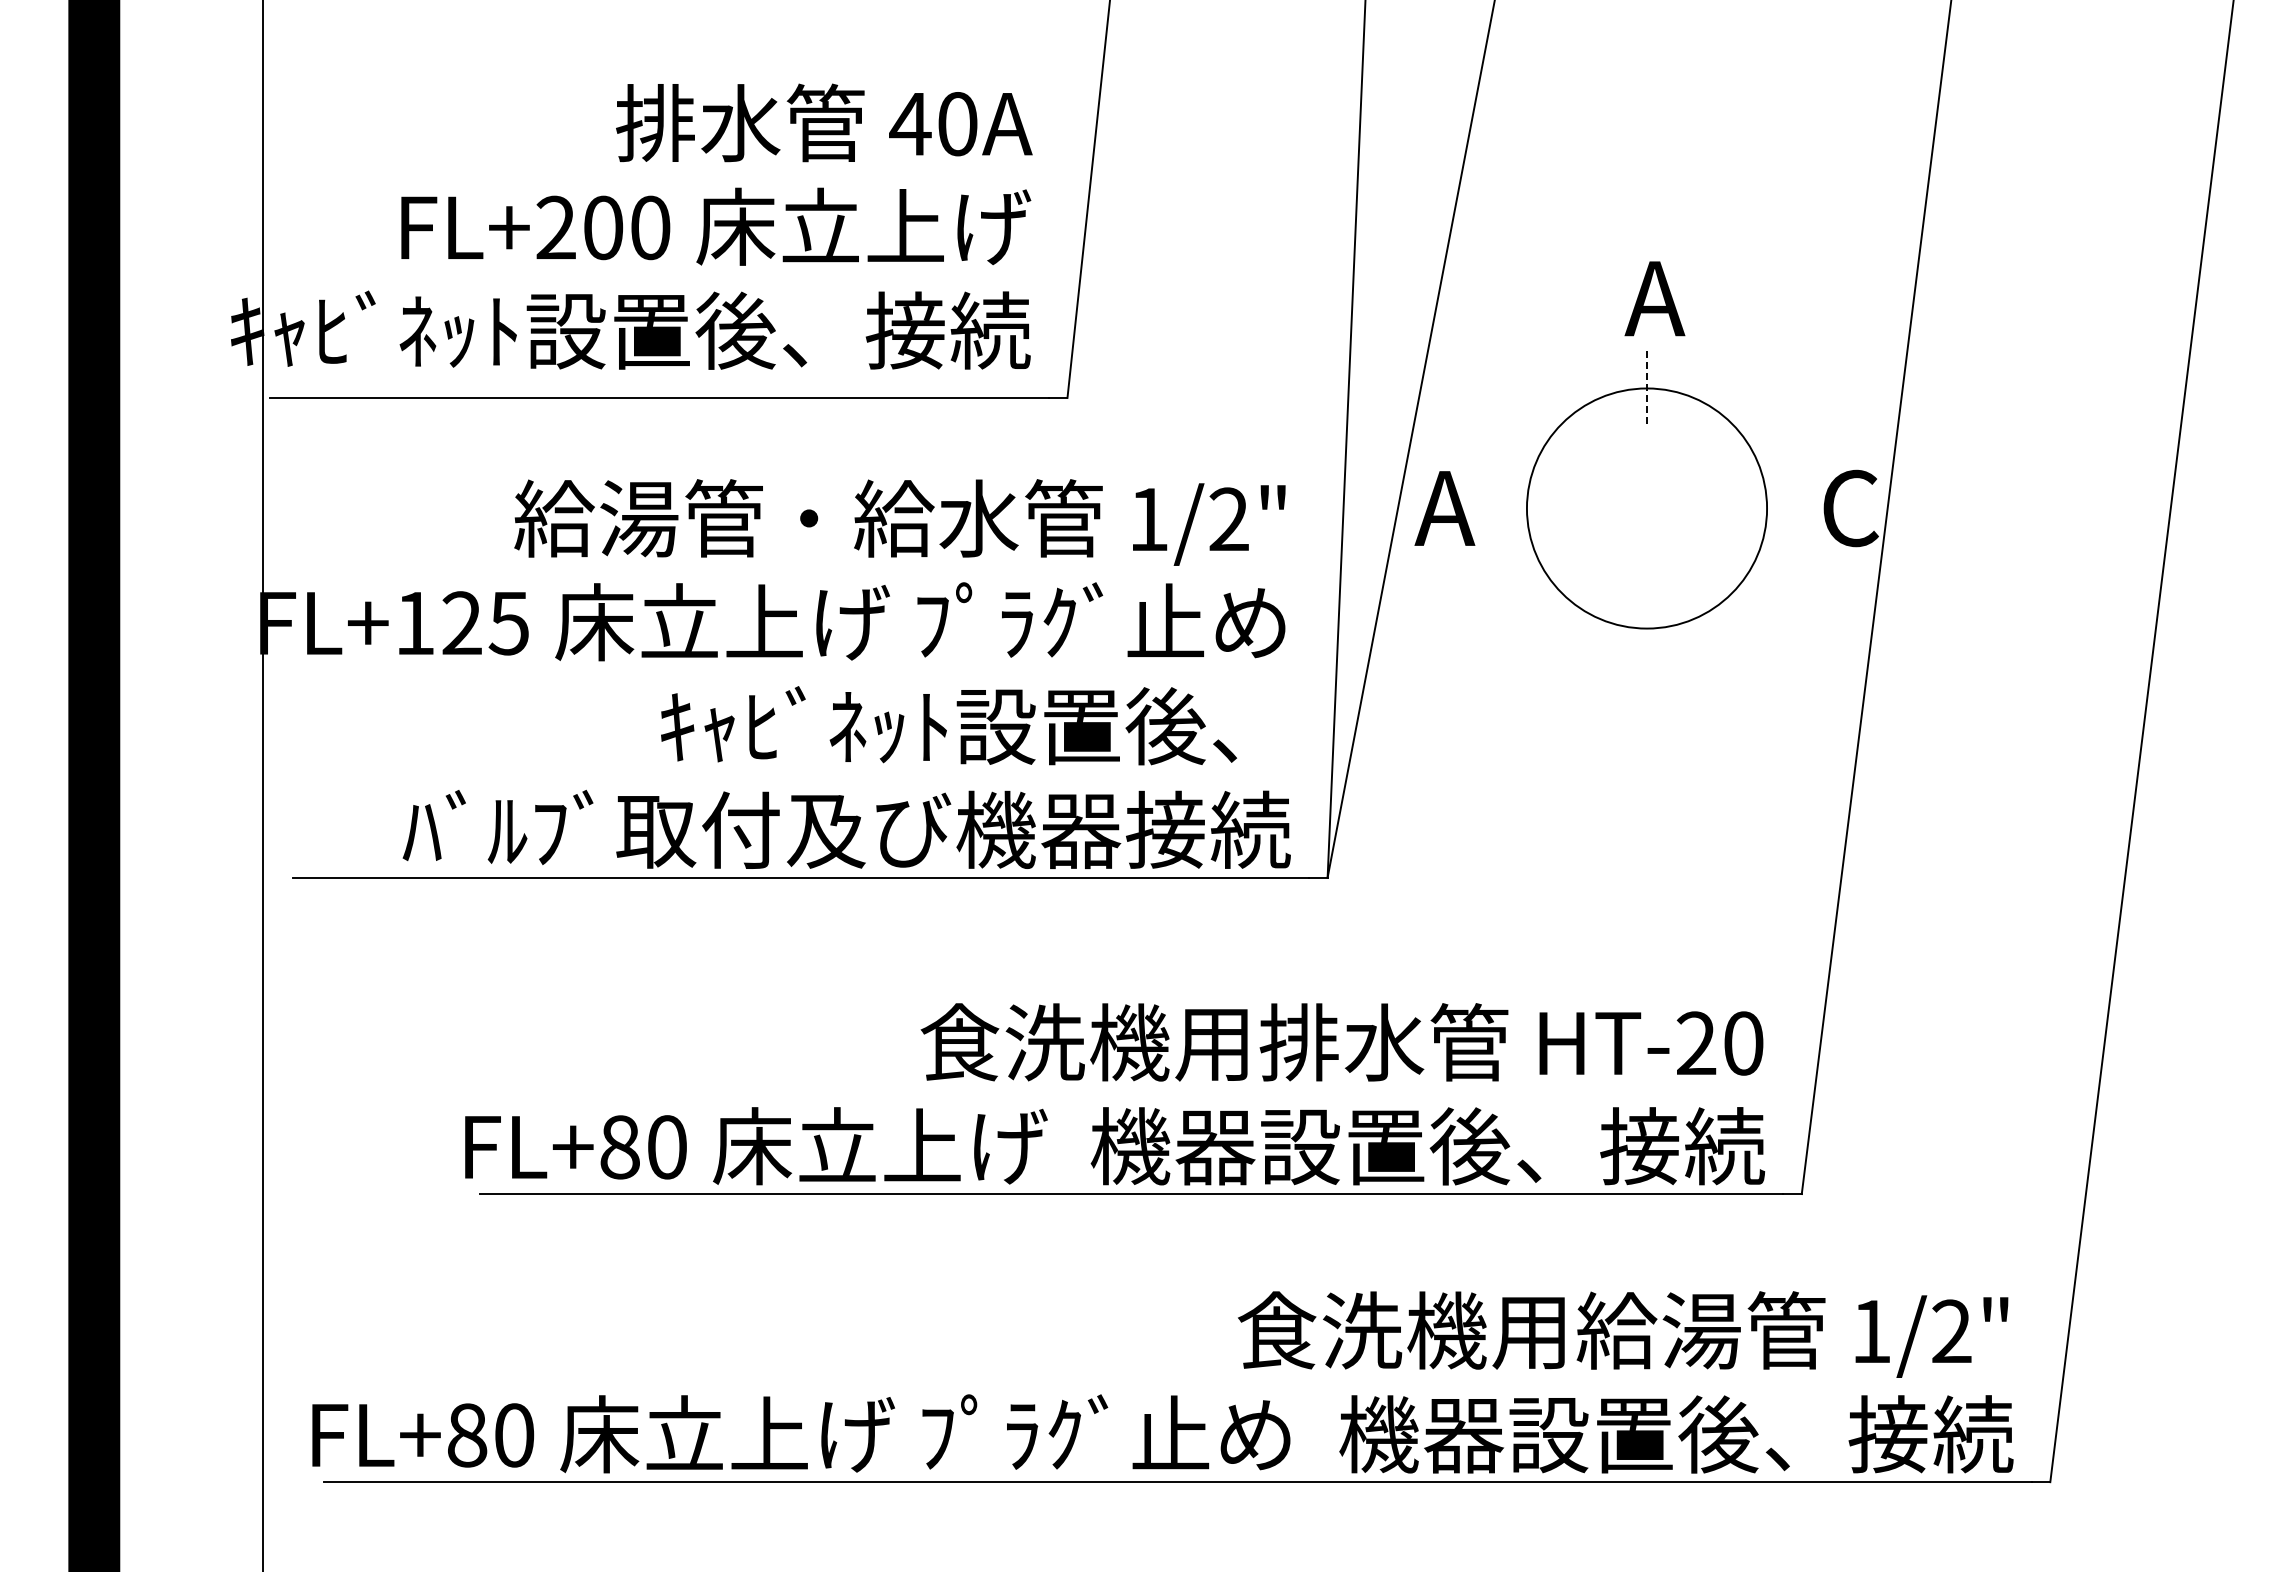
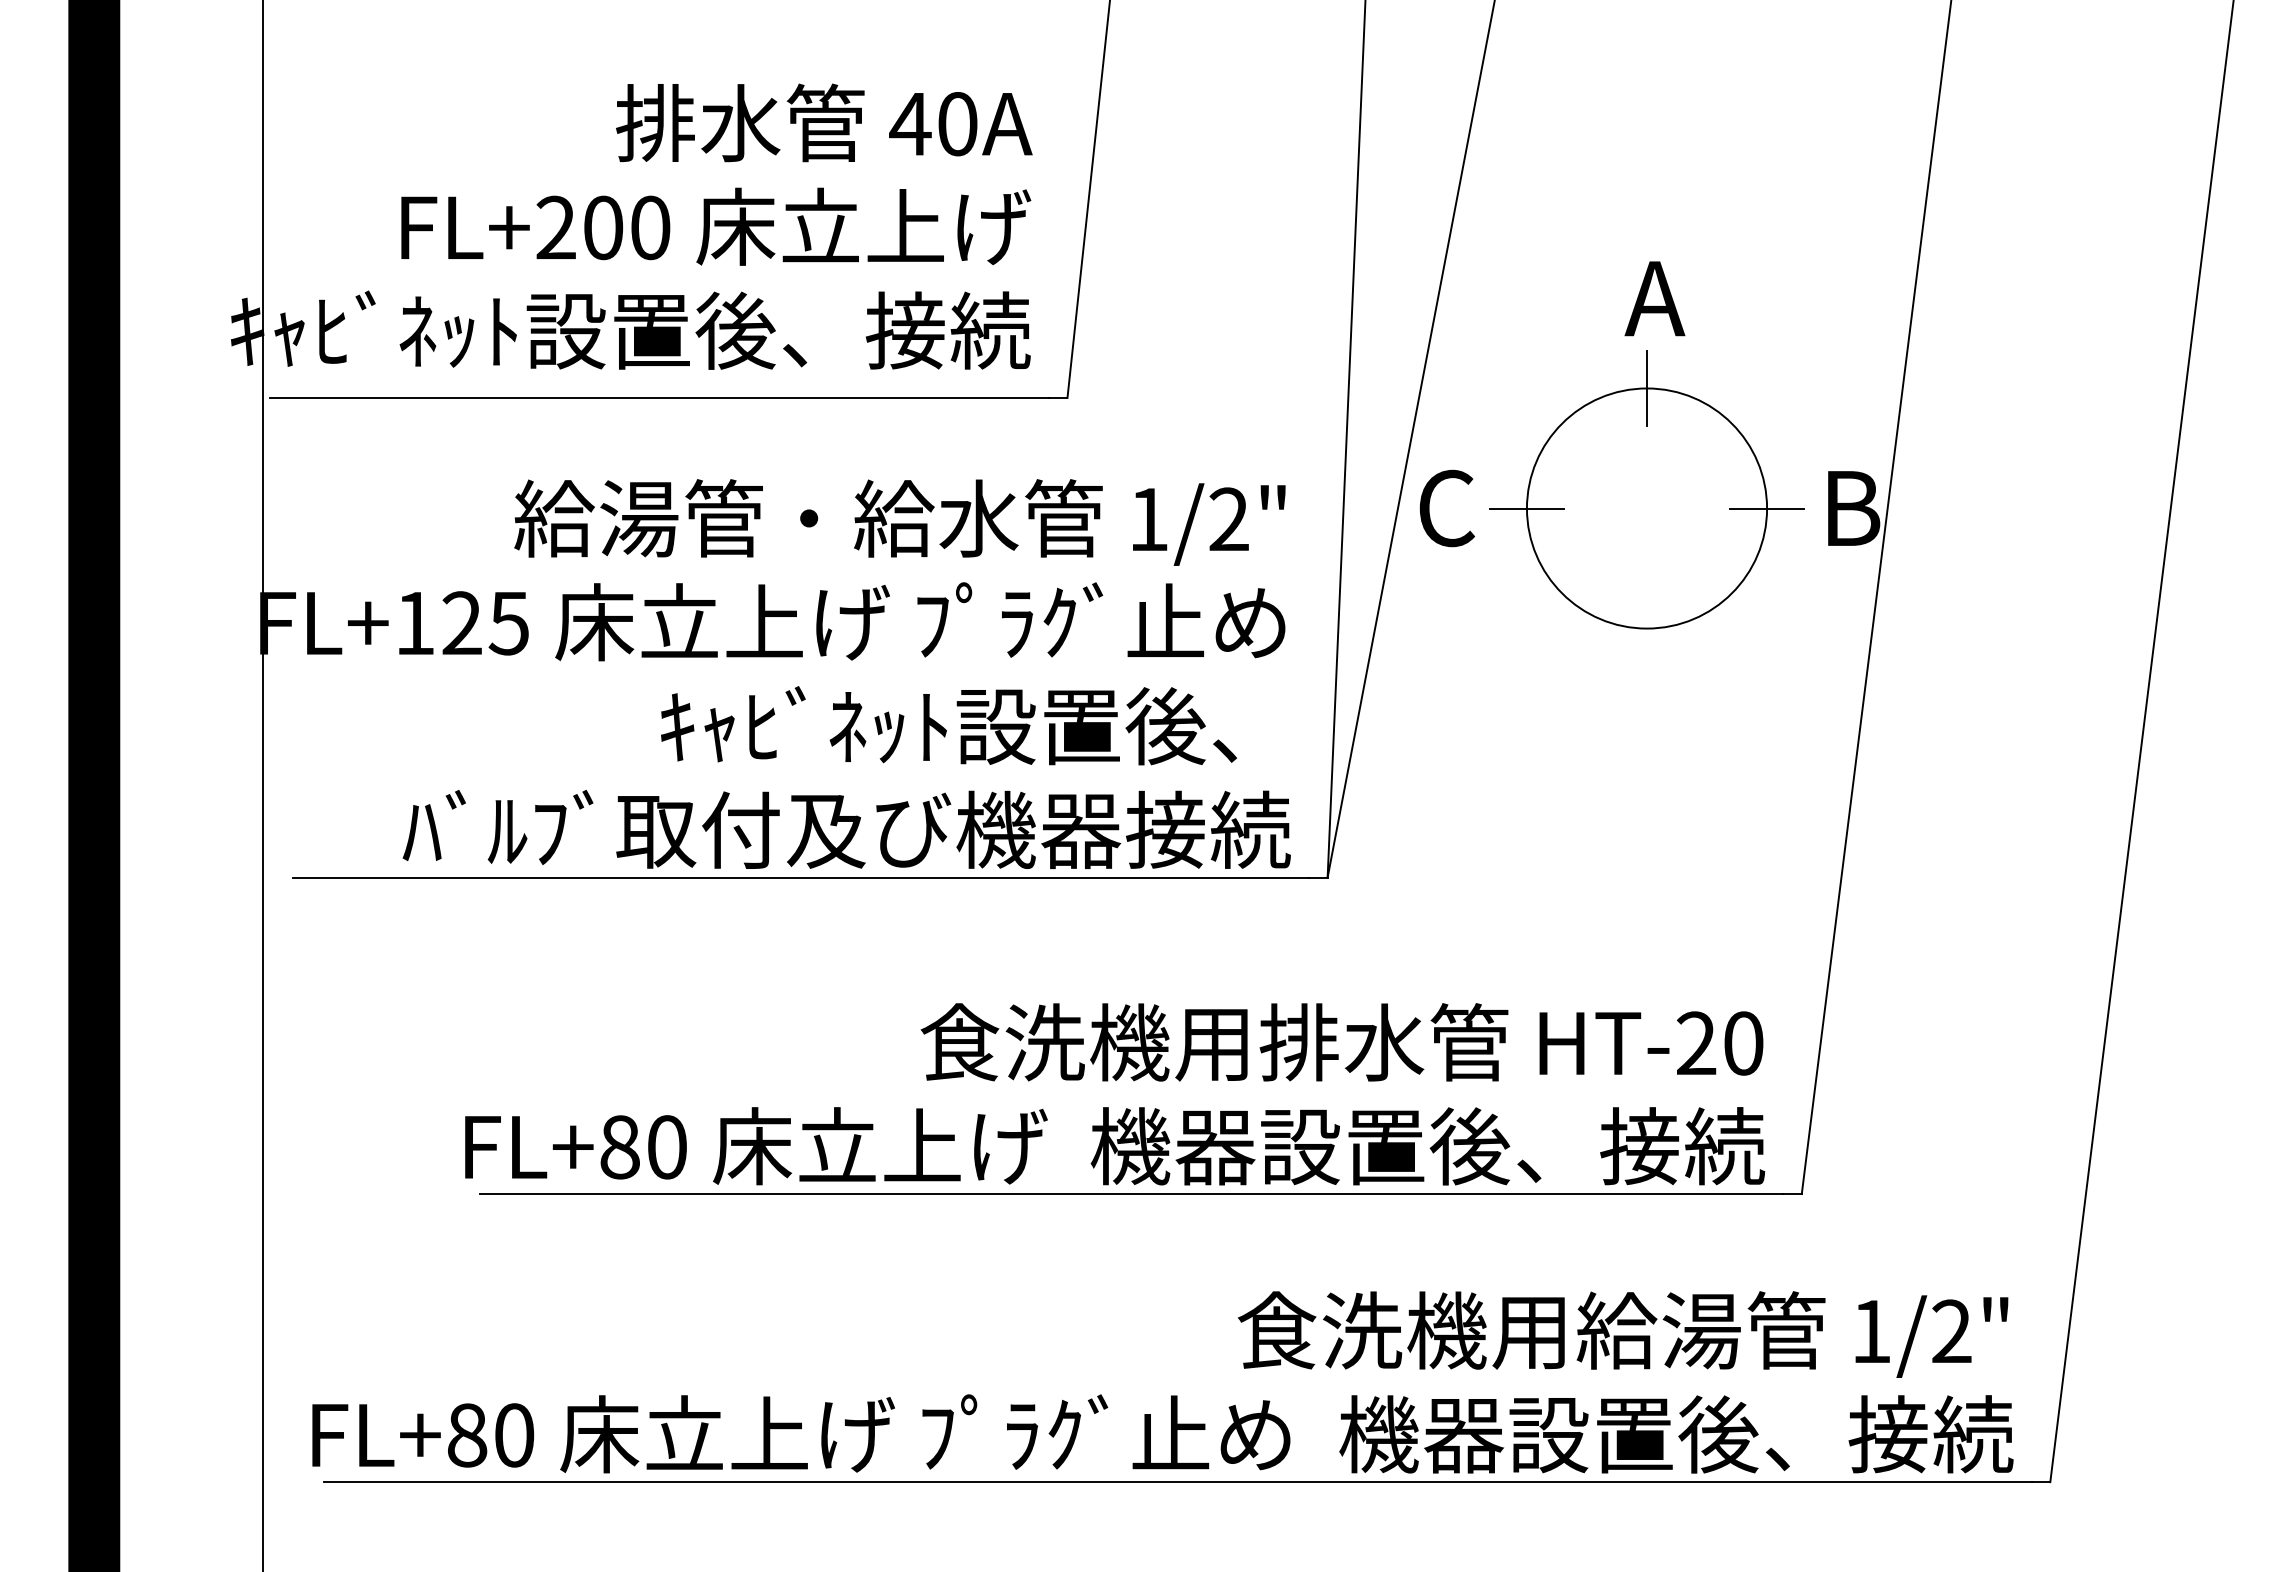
line at (1647, 388): dashed -> solid
text at (1444, 508): A -> C
line at (1526, 508): none -> present
line at (1766, 508): none -> present
text at (1851, 508): C -> B
